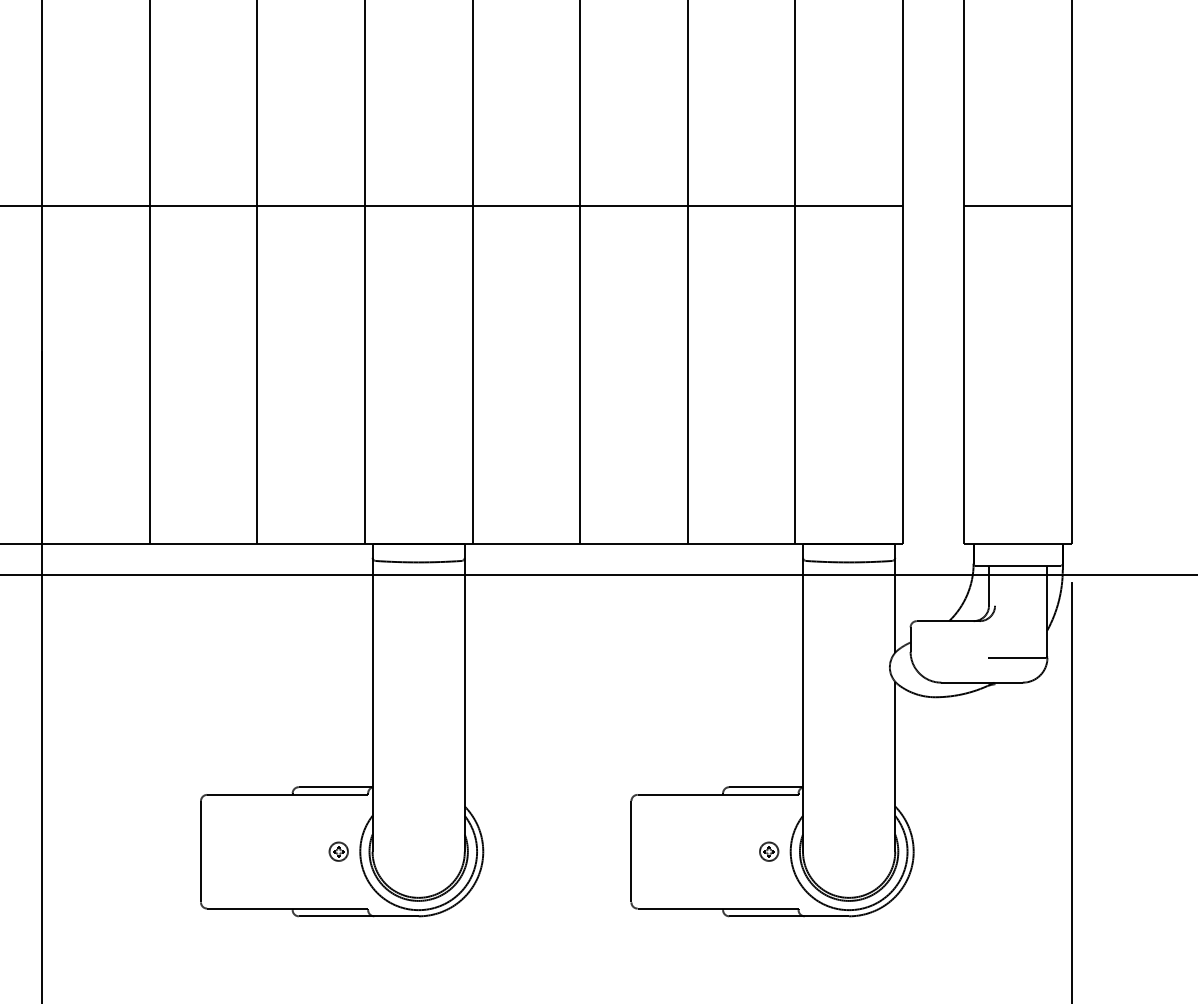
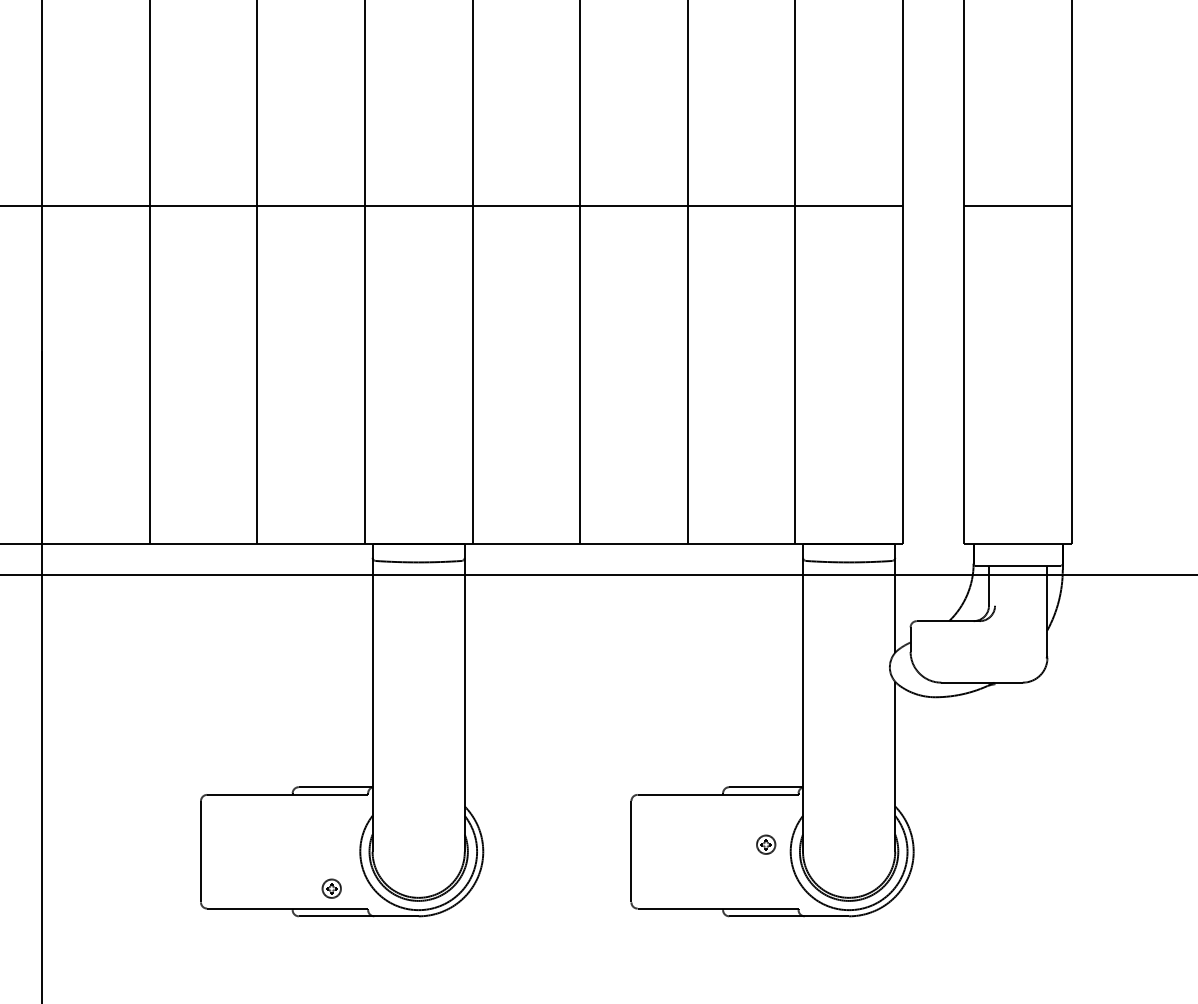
line at (1016, 658): present -> none
line at (1072, 791): present -> none
part at (338, 851) position: (338, 851) -> (331, 888)
part at (769, 851) position: (769, 851) -> (766, 844)
